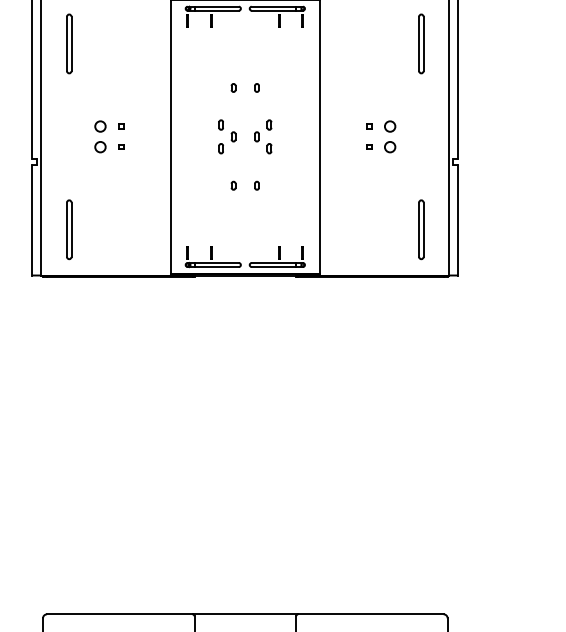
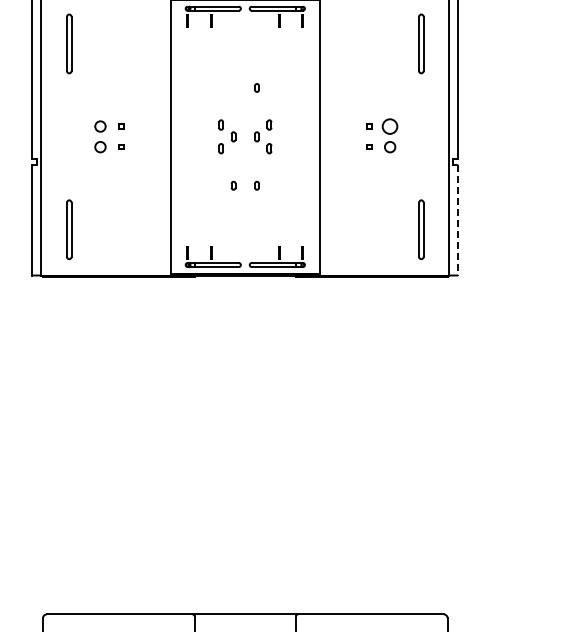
part at (233, 87): present -> none
circle at (390, 126) size: 13x13 px -> 18x17 px
line at (458, 220): solid -> dashed
